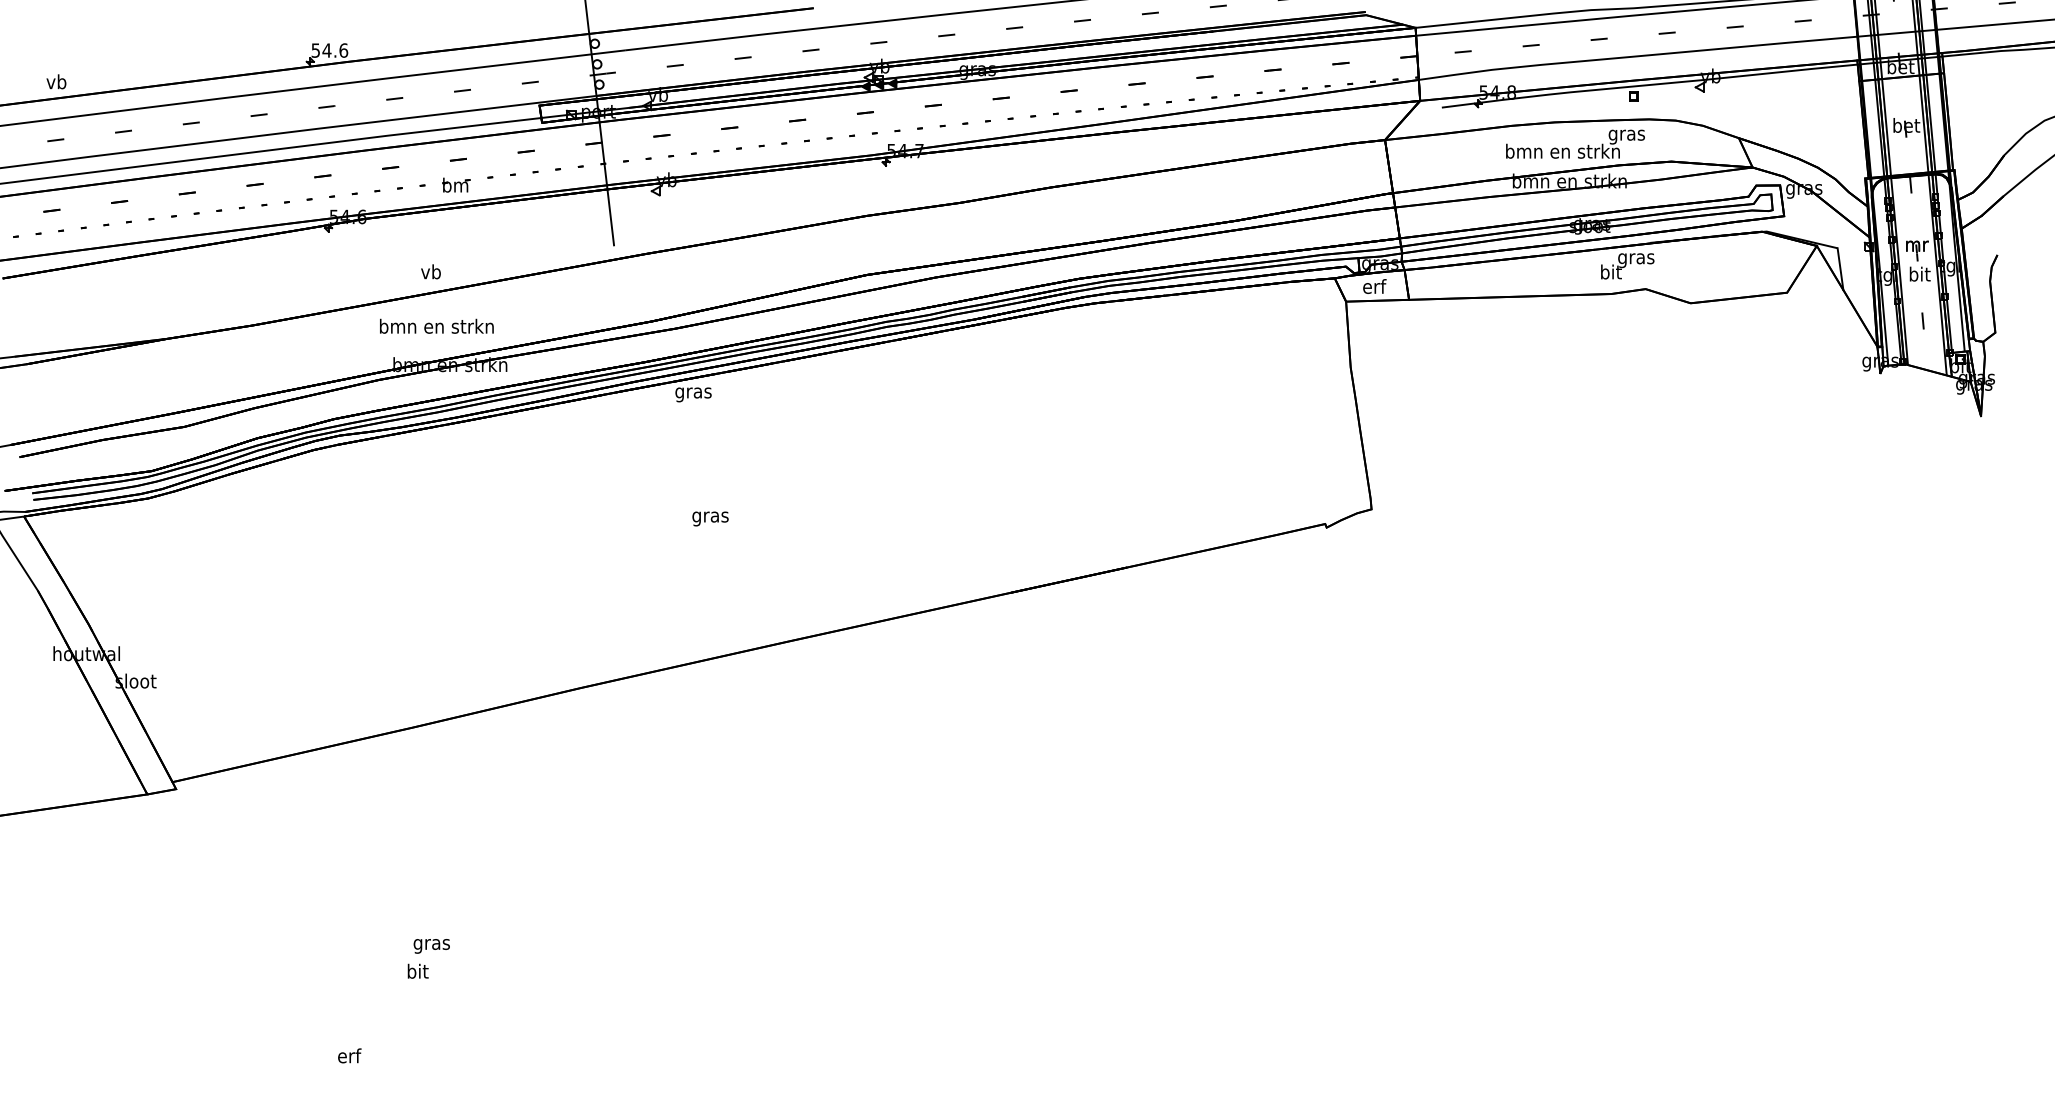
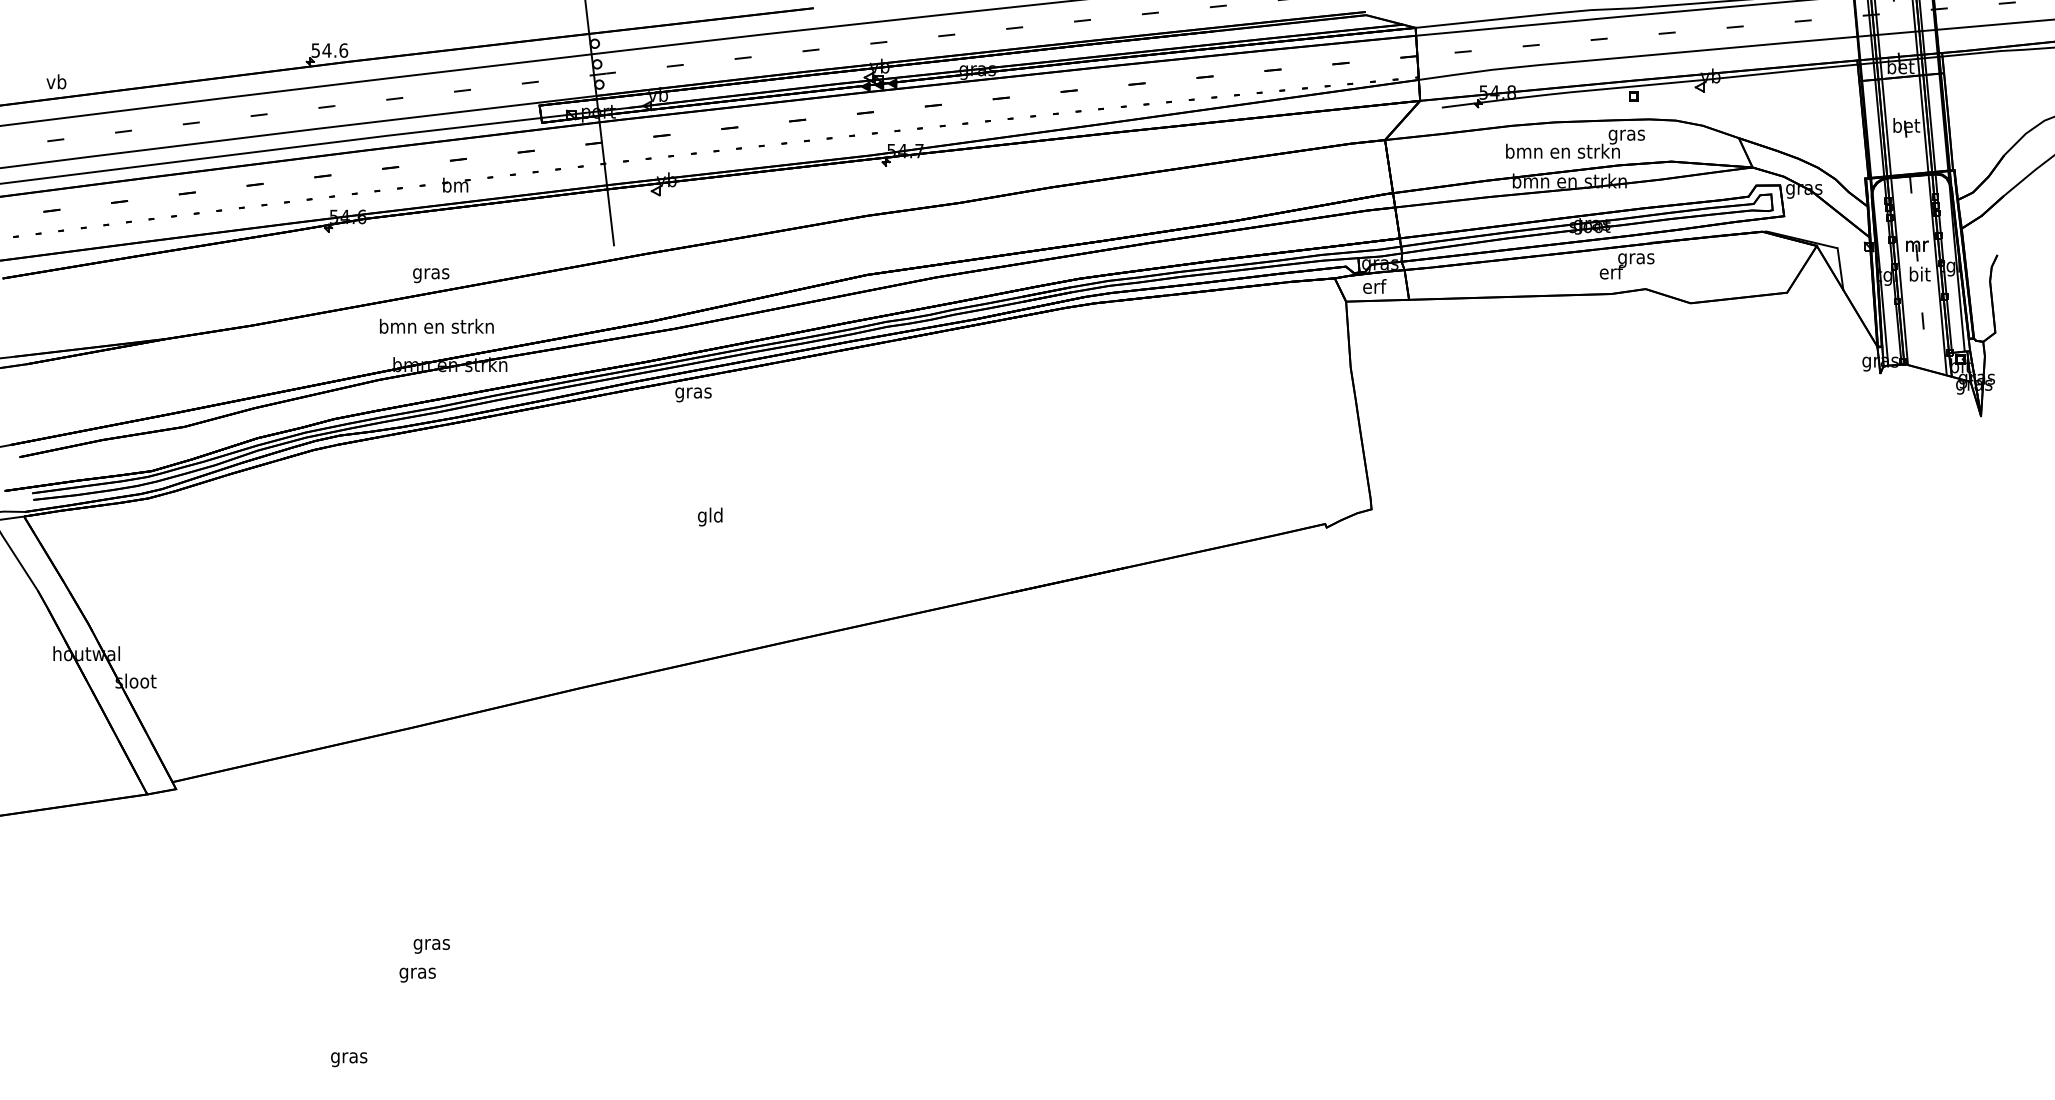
text at (1611, 271): bit -> erf
text at (431, 273): vb -> gras
text at (710, 516): gras -> gld
text at (417, 972): bit -> gras
text at (349, 1057): erf -> gras
